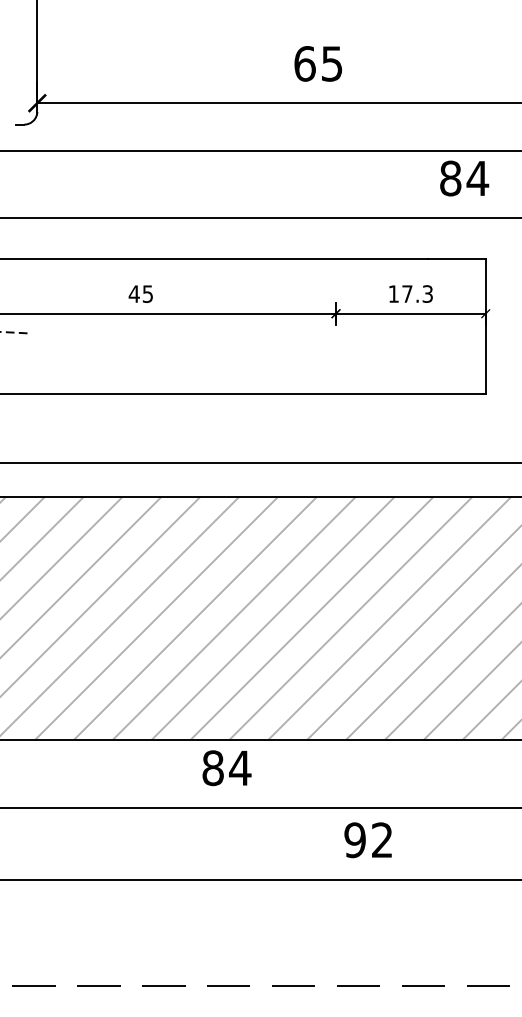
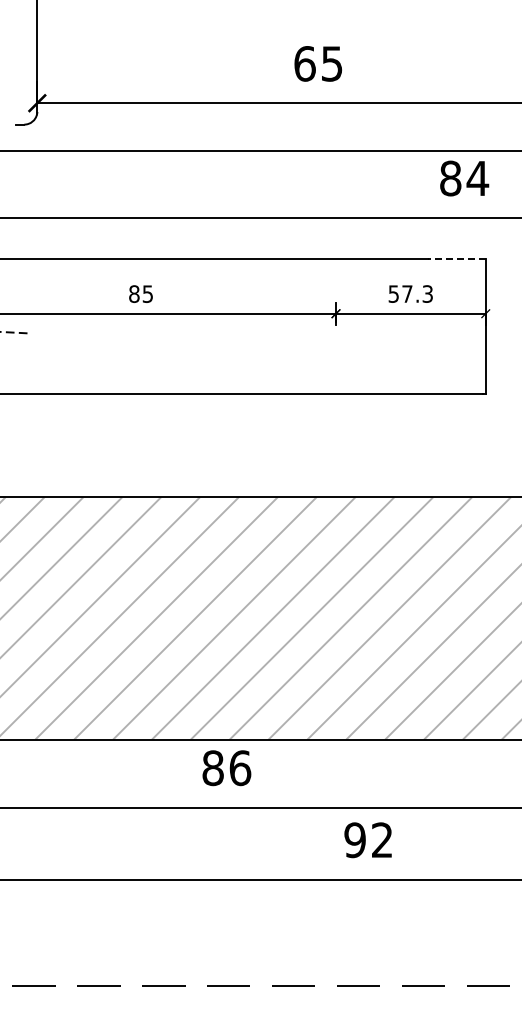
line at (456, 259): solid -> dashed
text at (393, 293): 17.3 -> 57.3
text at (133, 294): 45 -> 85
line at (260, 462): present -> none
text at (240, 768): 84 -> 86
